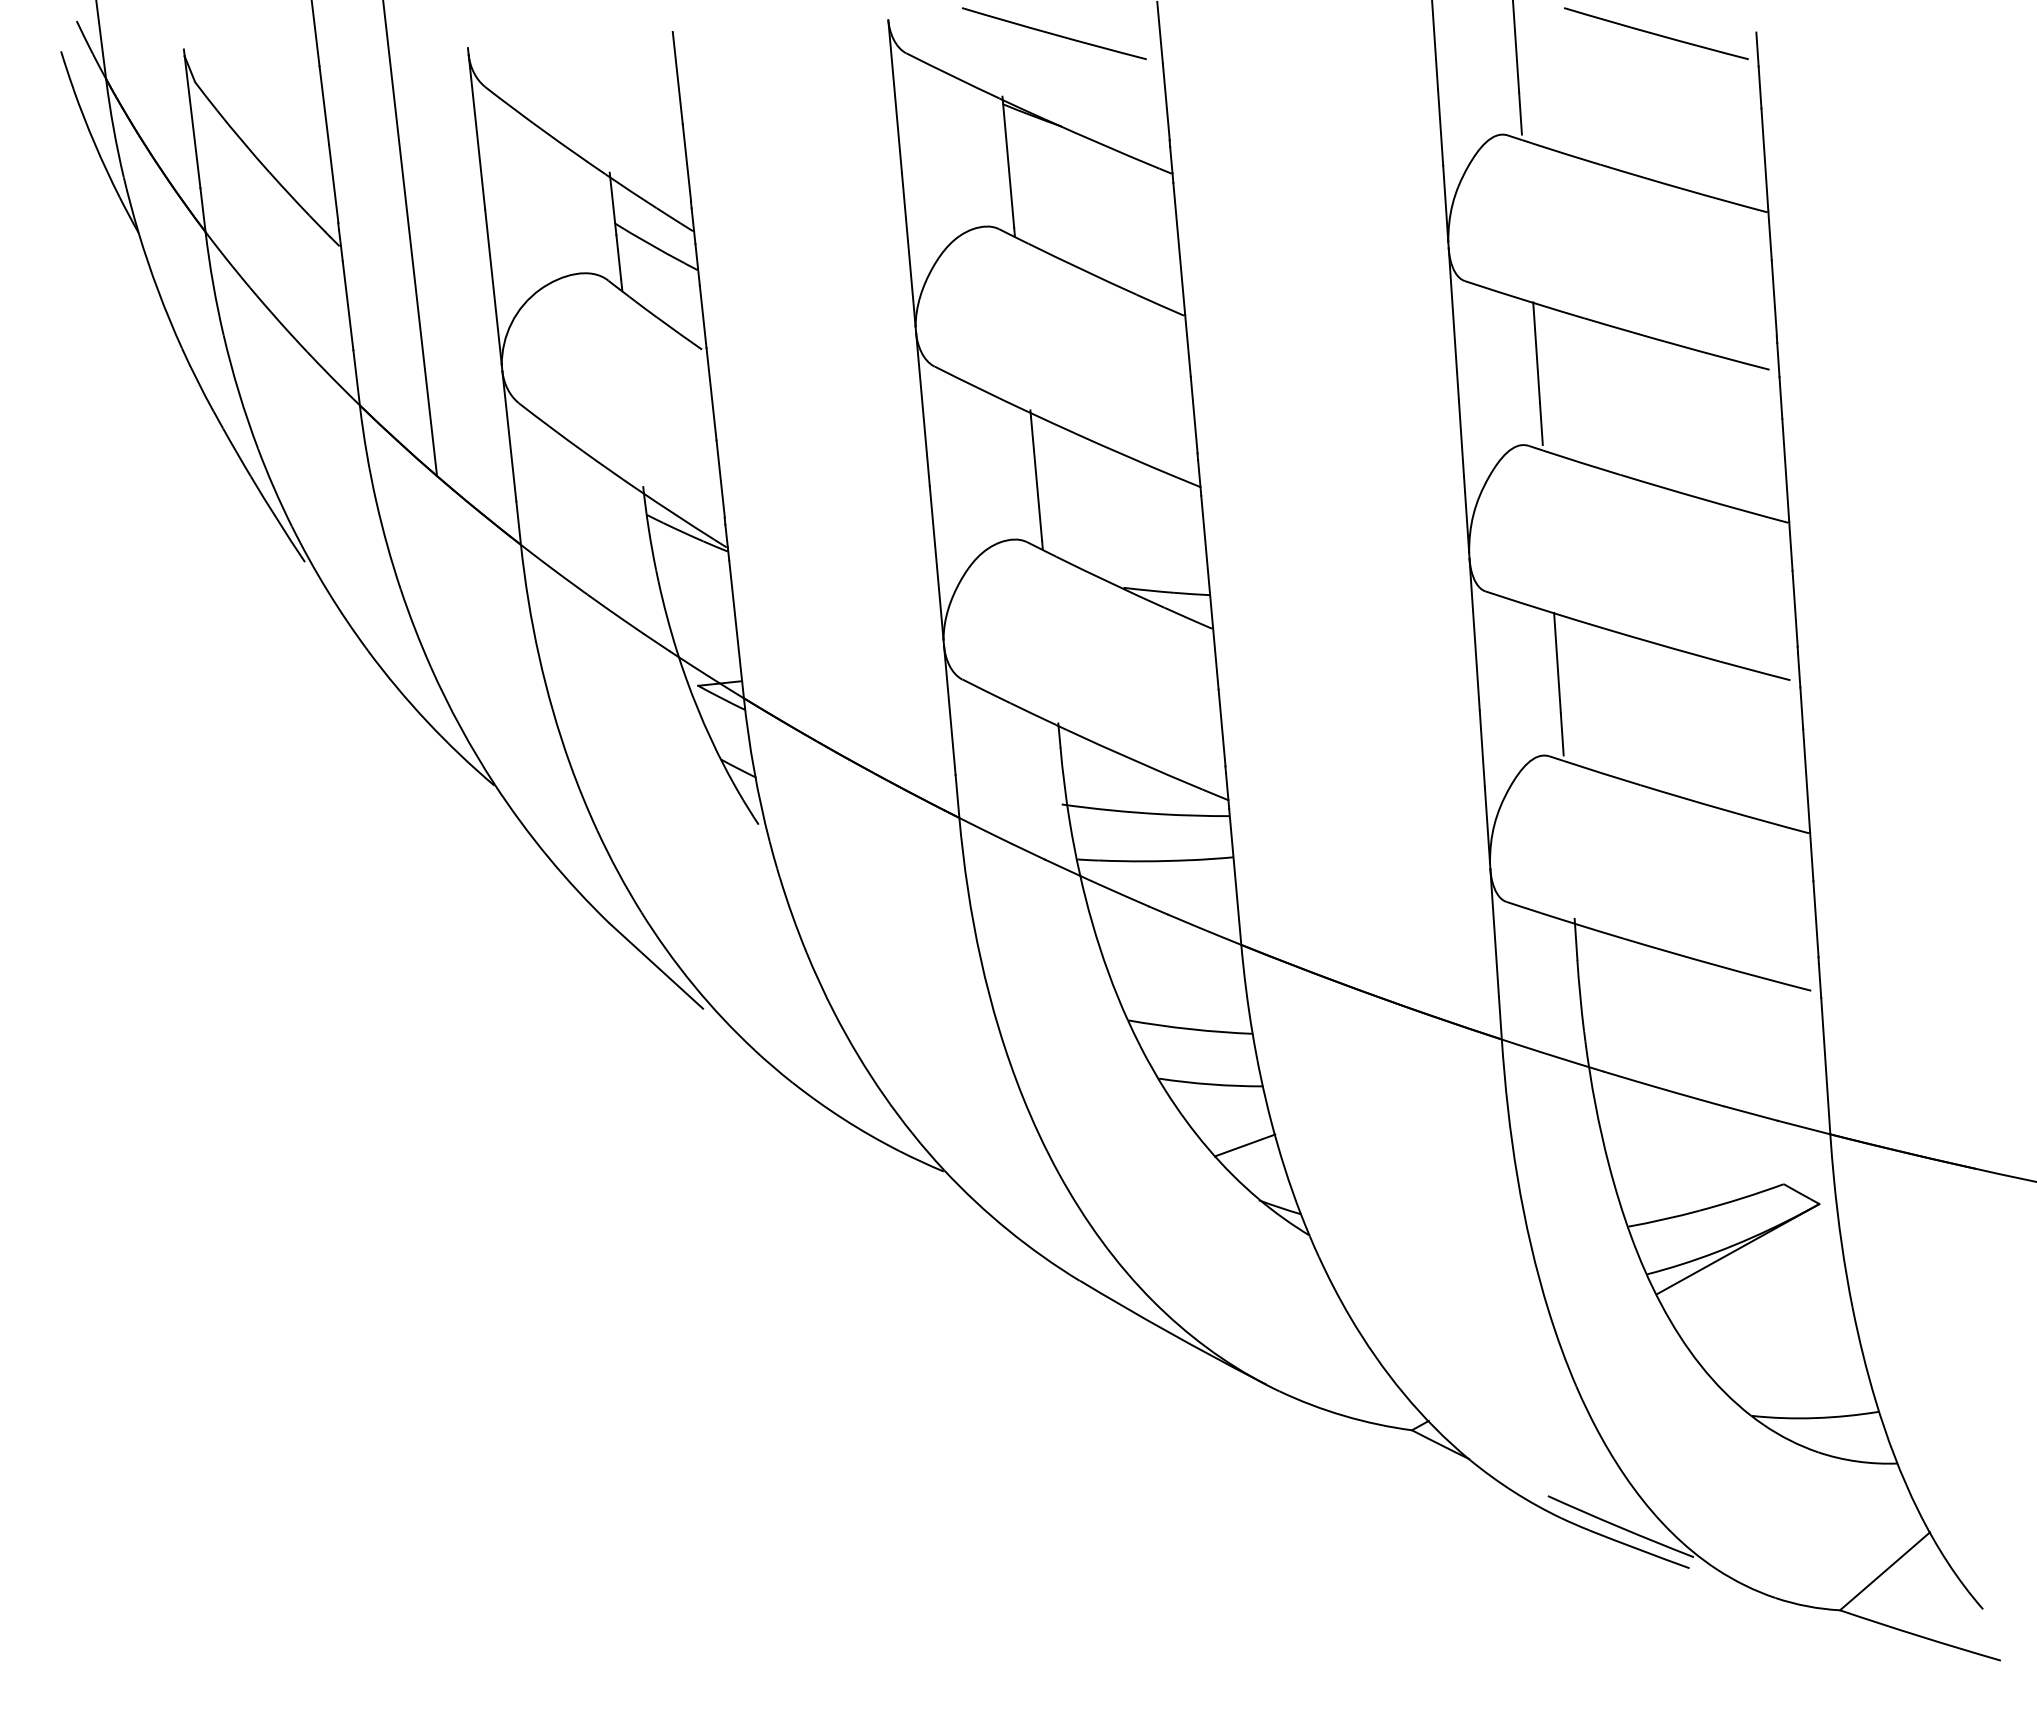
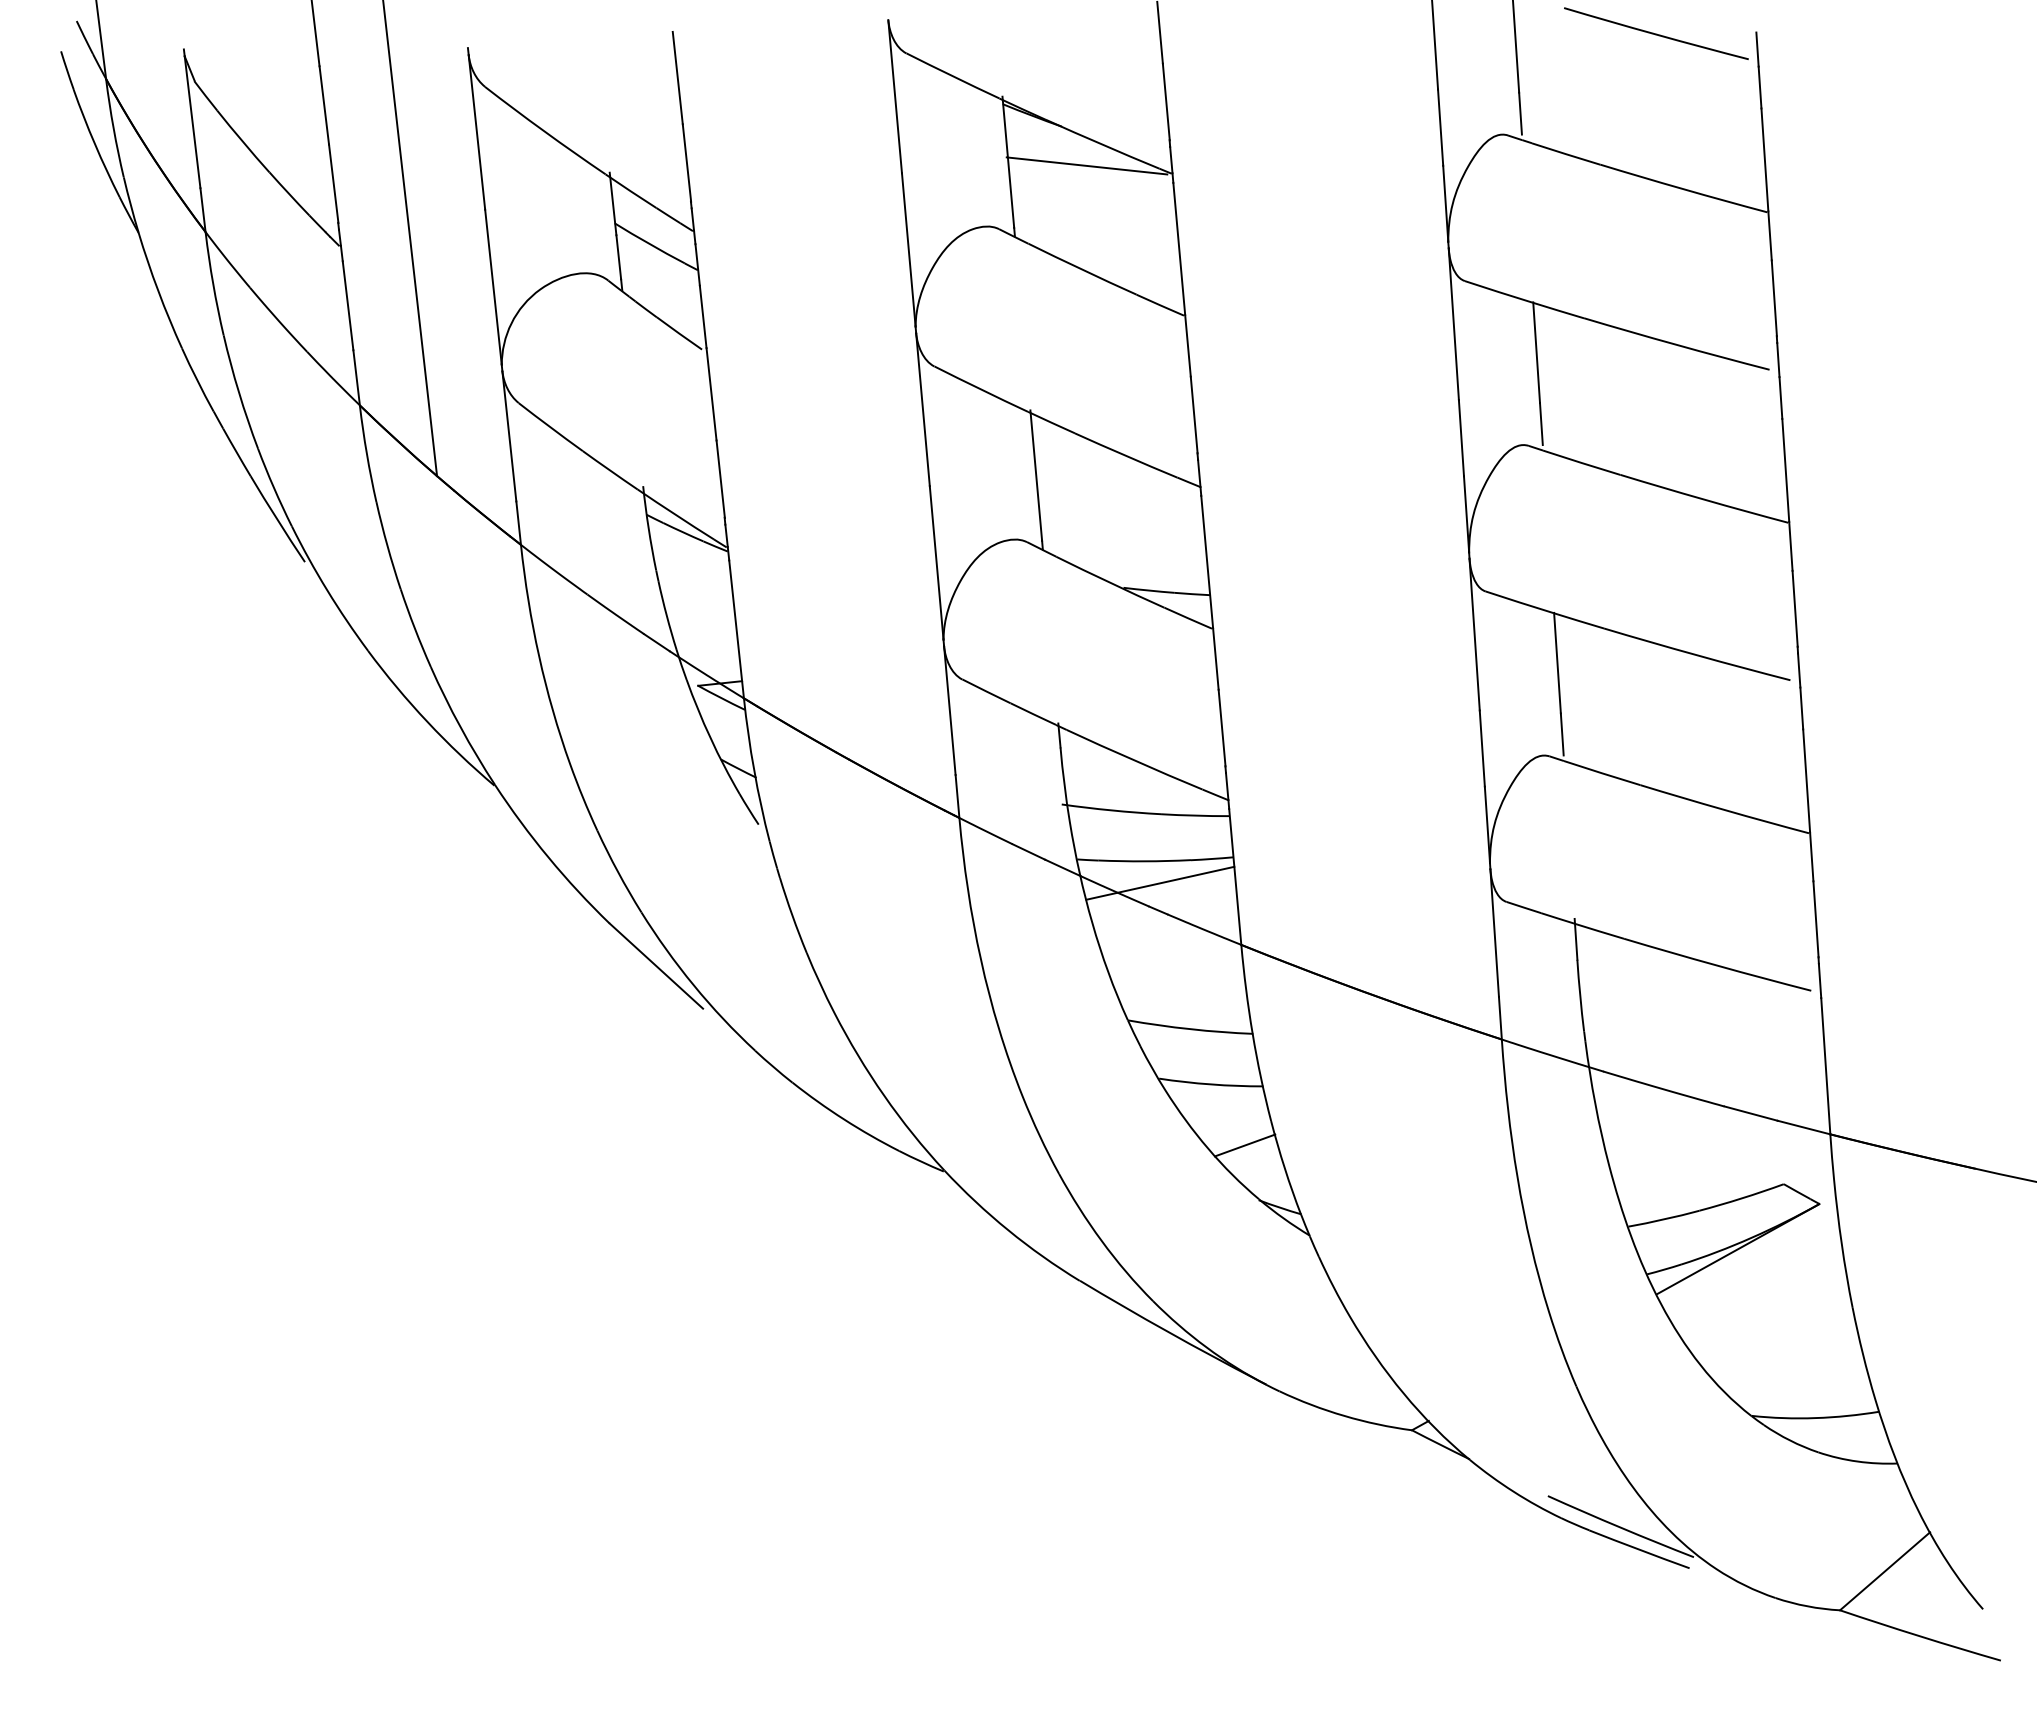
line at (1054, 33): present -> none
line at (1086, 165): none -> present
line at (1160, 882): none -> present
